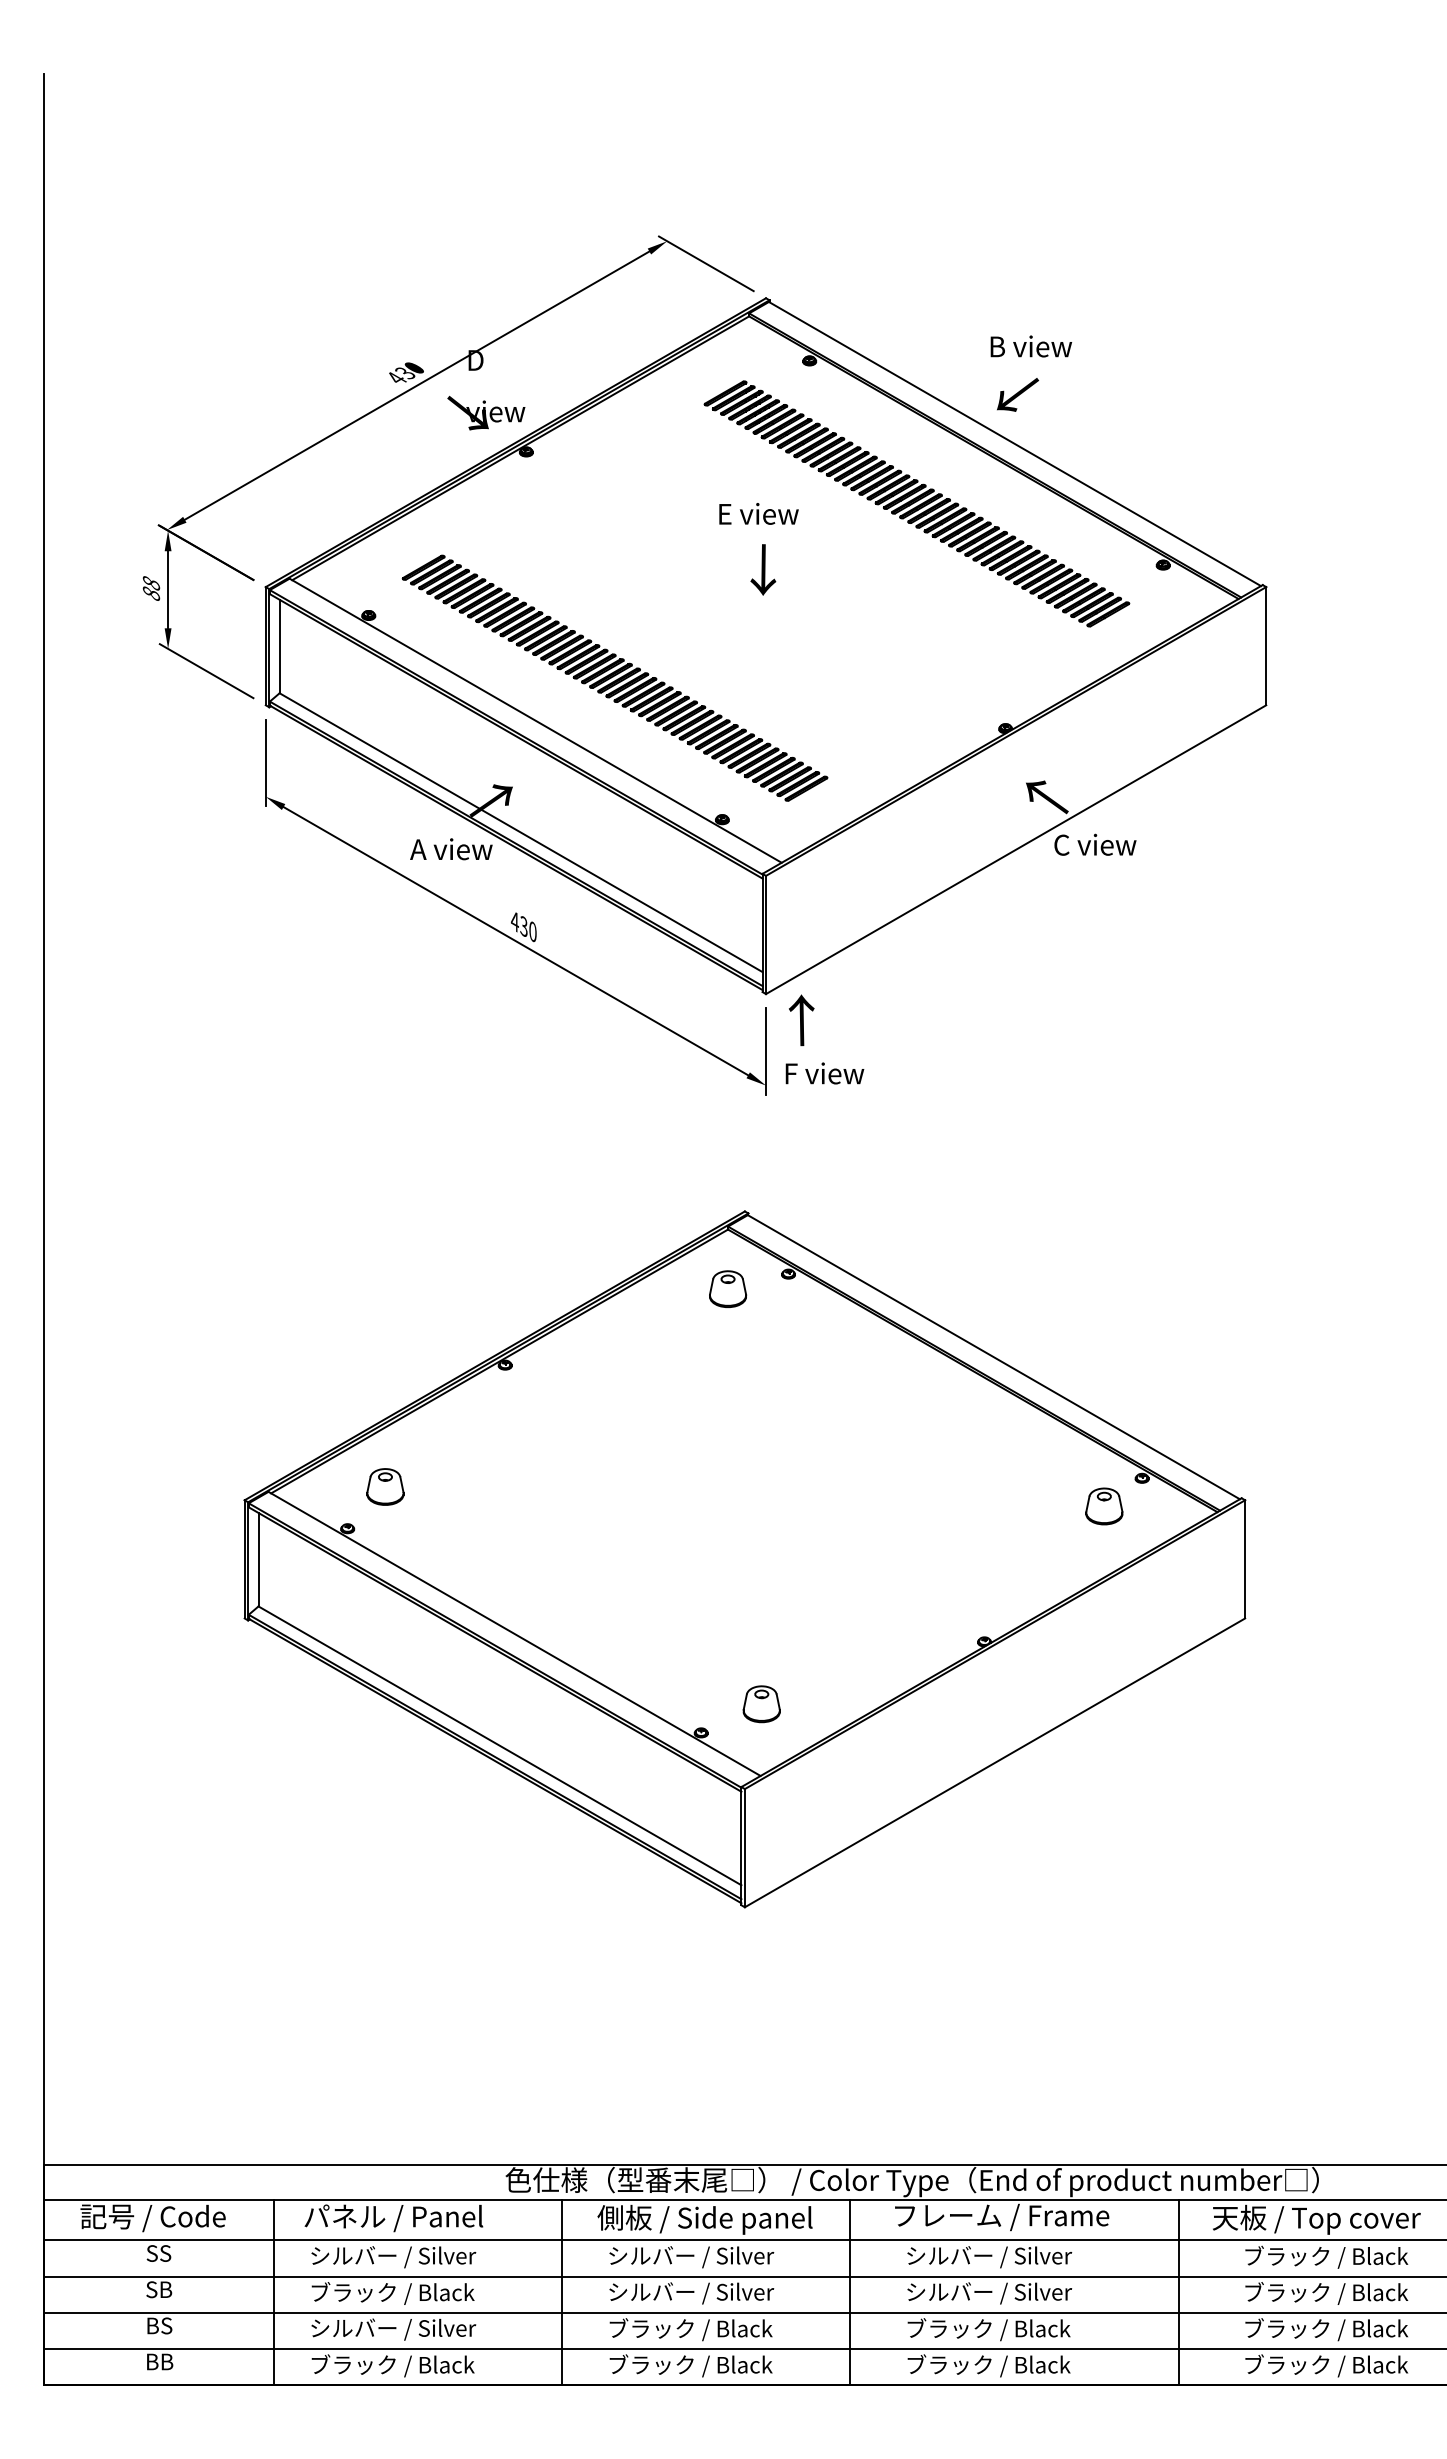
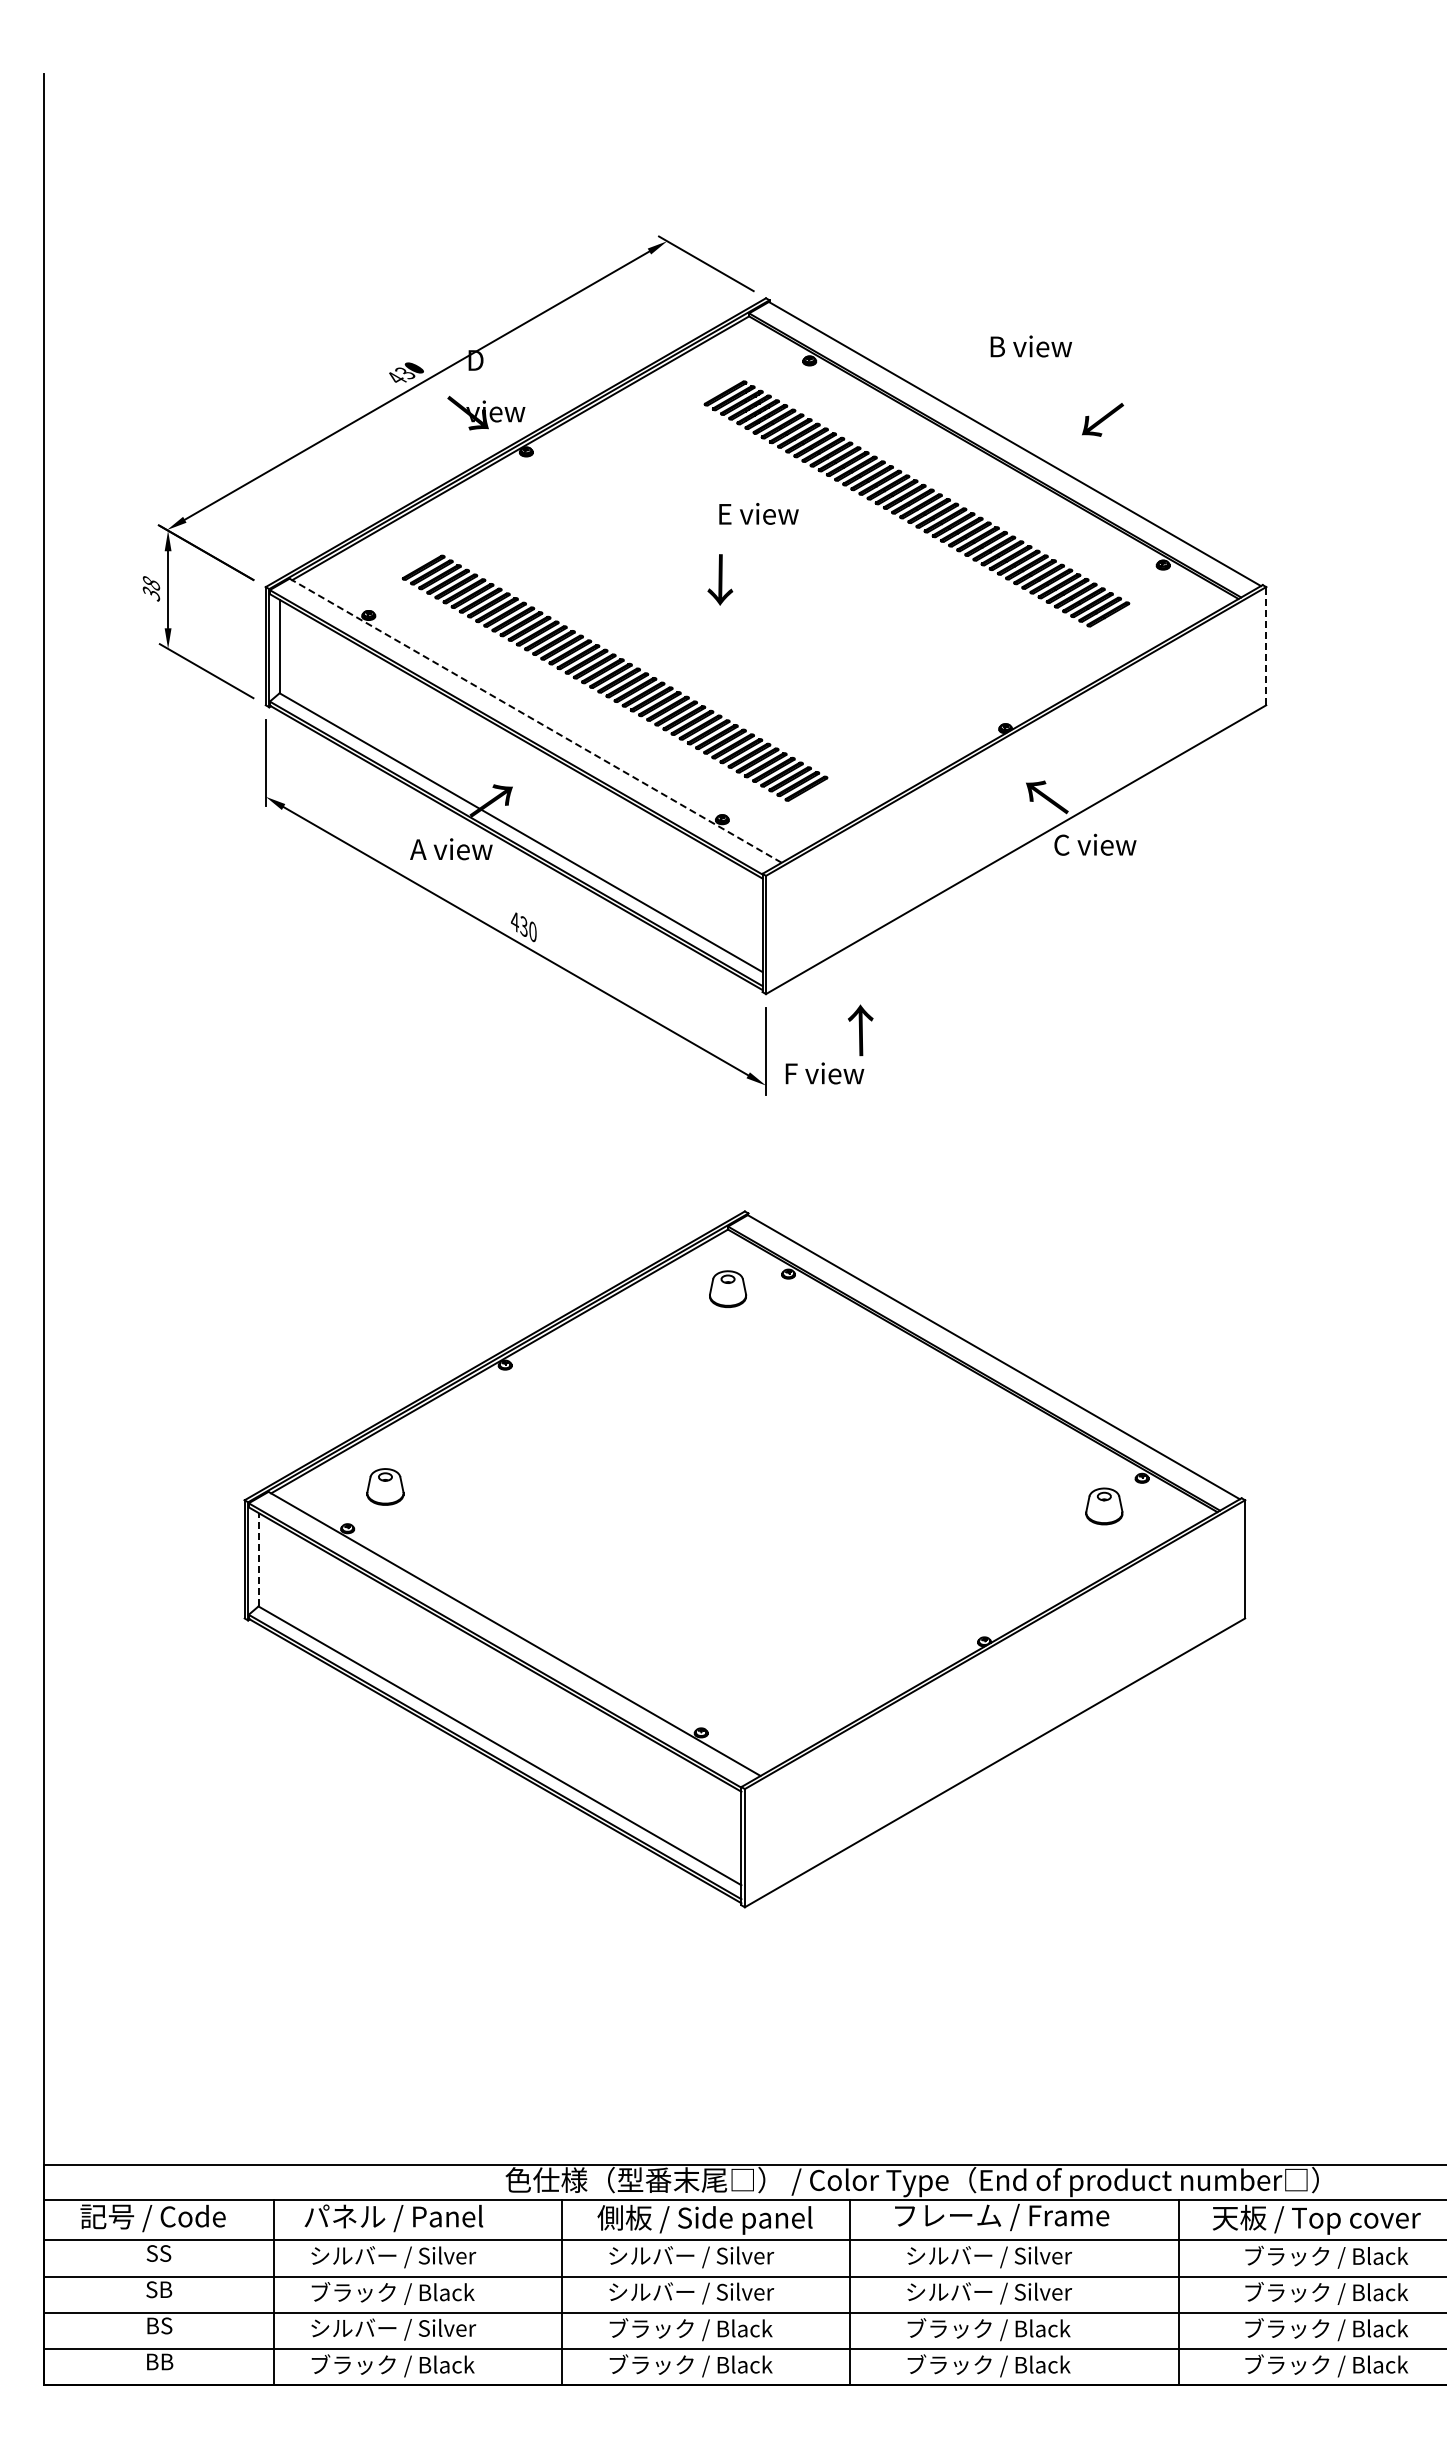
text at (1018, 394) position: (1018, 394) -> (1103, 419)
text at (763, 569) position: (763, 569) -> (720, 579)
text at (150, 593): 88 -> 38
line at (1266, 645): solid -> dashed
line at (536, 720): solid -> dashed
text at (801, 1020) position: (801, 1020) -> (860, 1030)
line at (258, 1559): solid -> dashed
part at (761, 1704): present -> none
